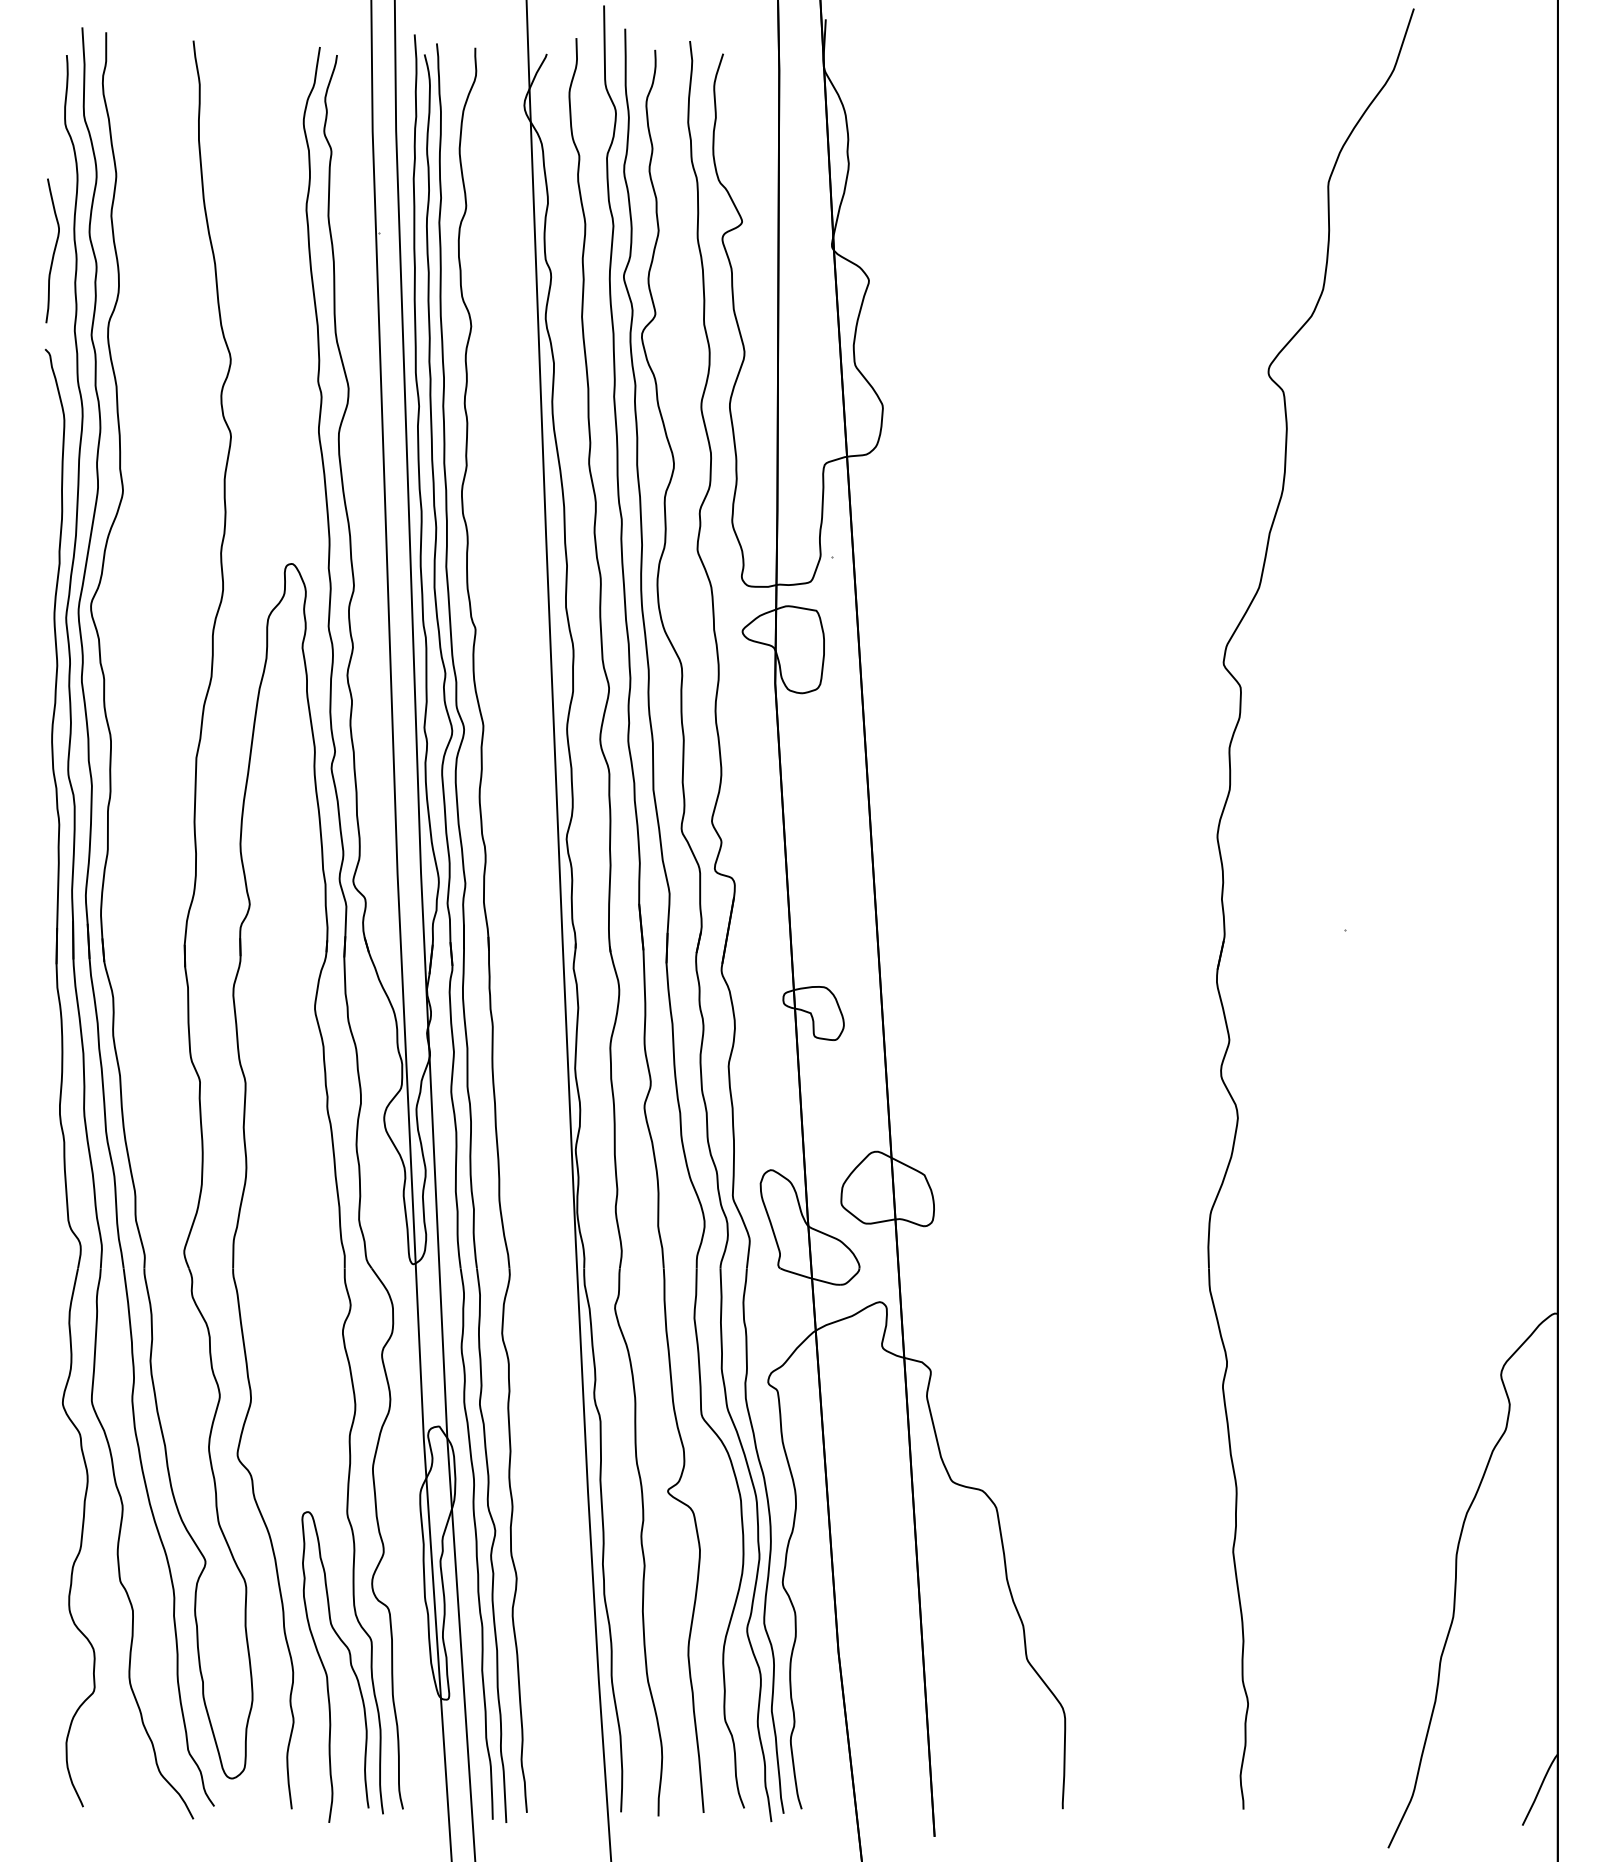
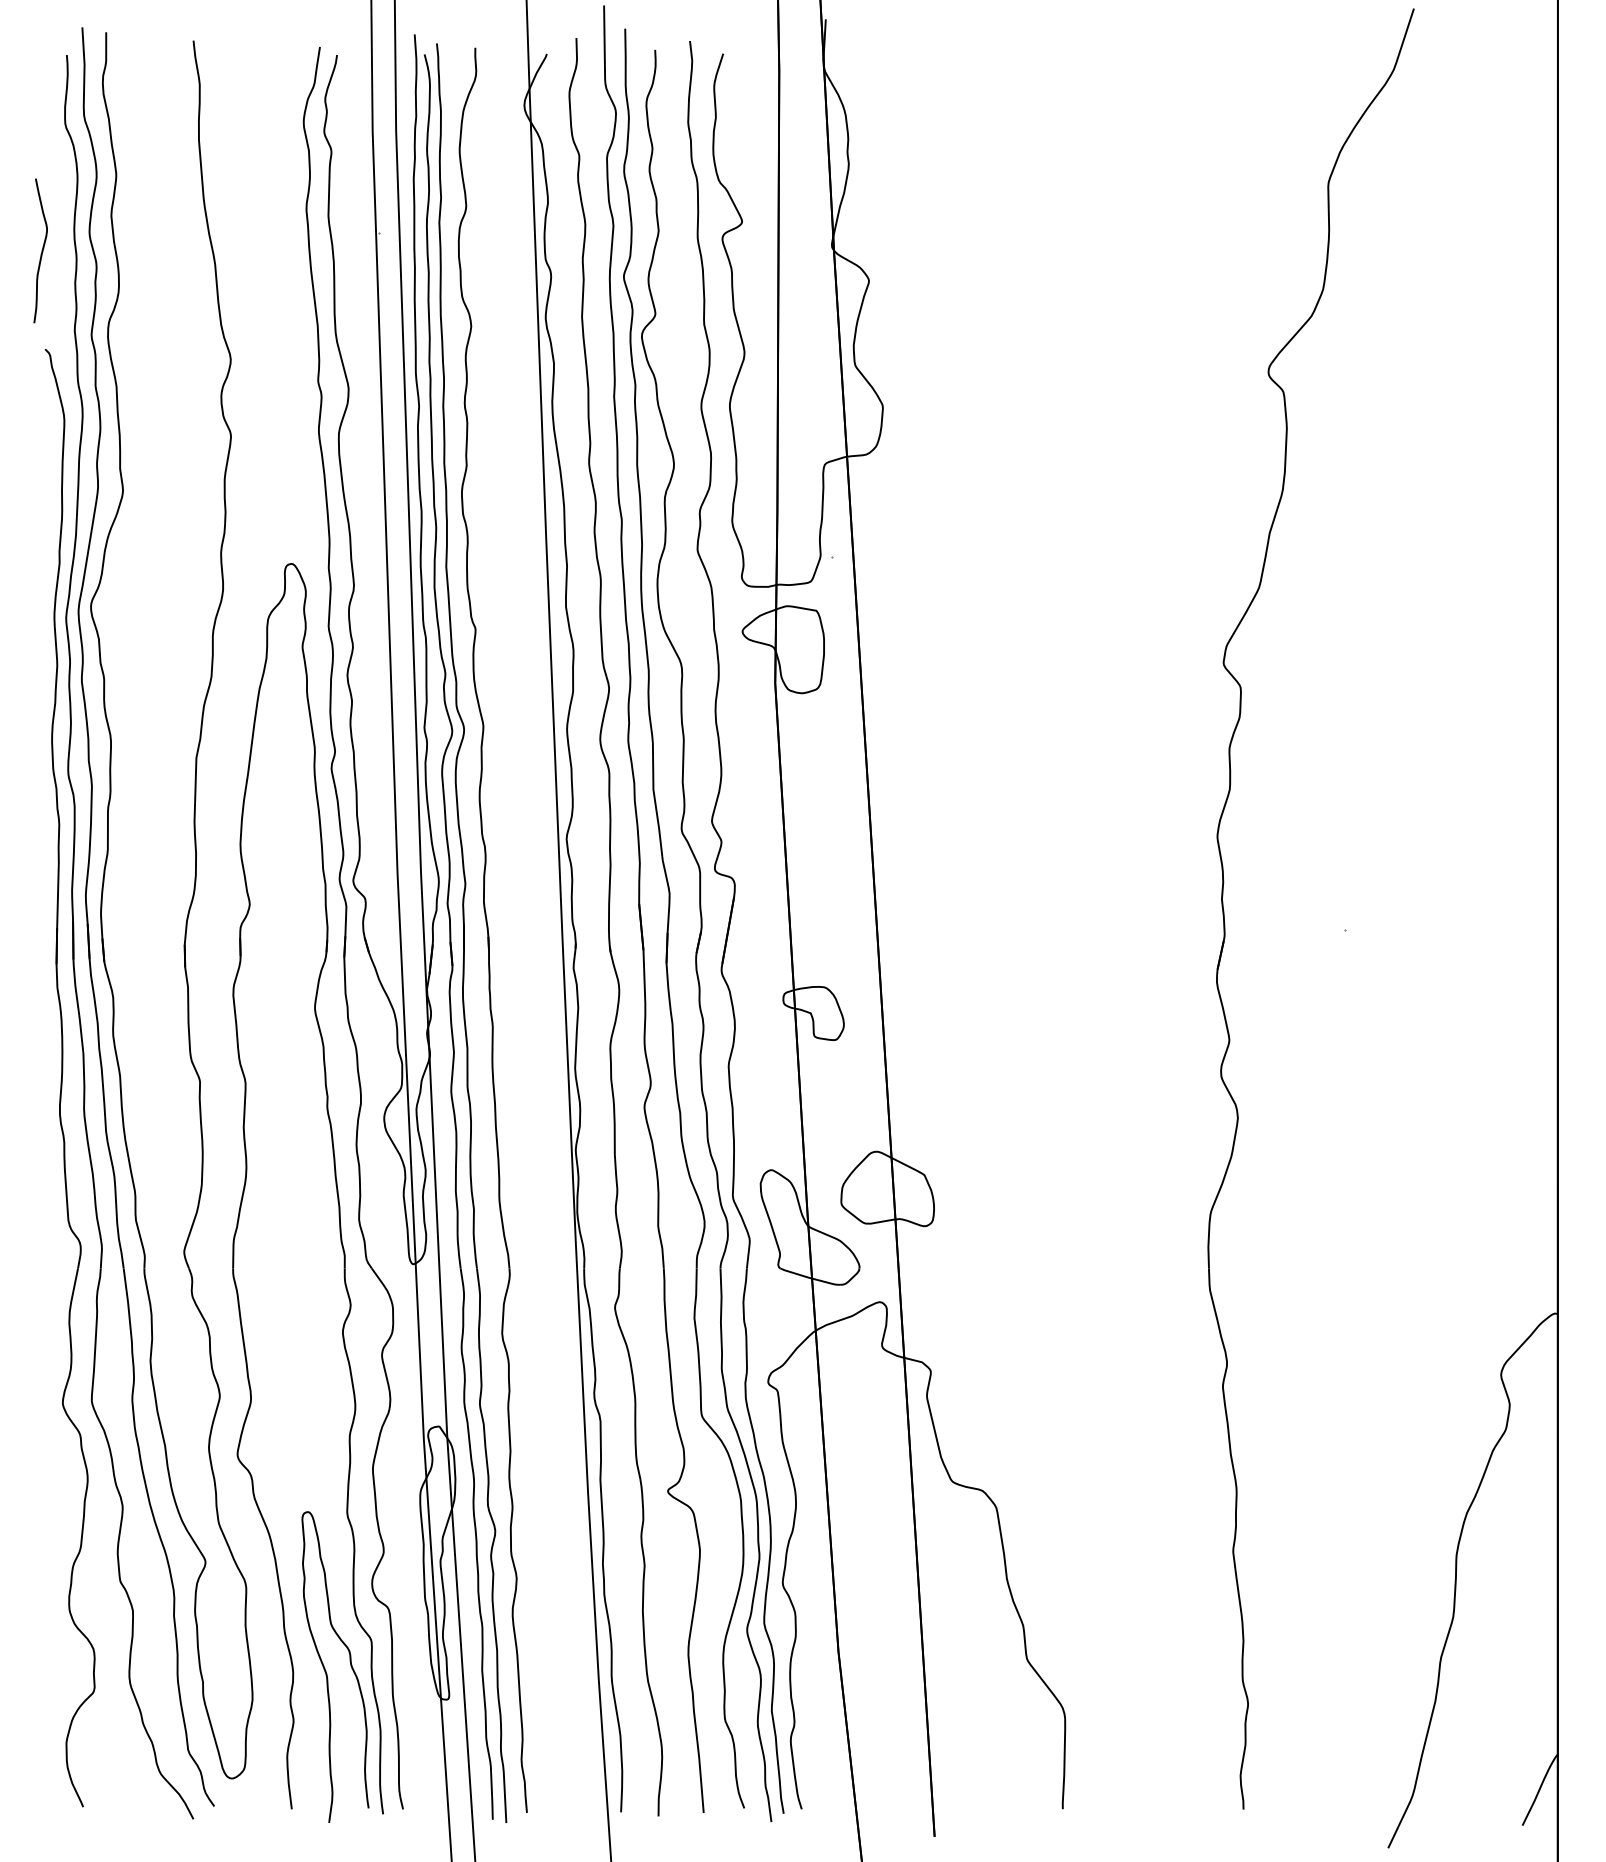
curve at (53, 250) position: (53, 250) -> (41, 250)
